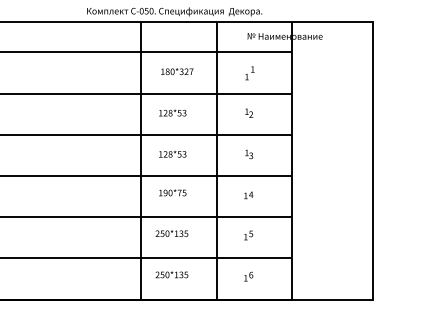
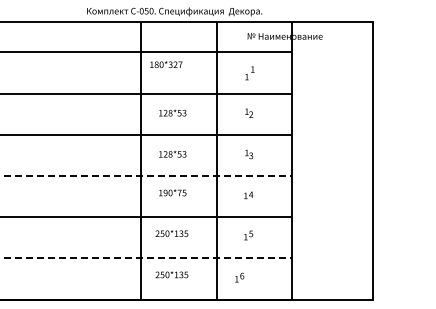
text at (177, 71) position: (177, 71) -> (166, 64)
line at (146, 176): solid -> dashed
line at (146, 258): solid -> dashed
text at (248, 276) position: (248, 276) -> (239, 277)
